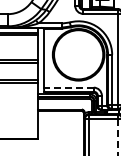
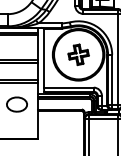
part at (78, 54): none -> present
line at (68, 87): dashed -> solid
part at (16, 104): none -> present
line at (117, 137): dashed -> solid
